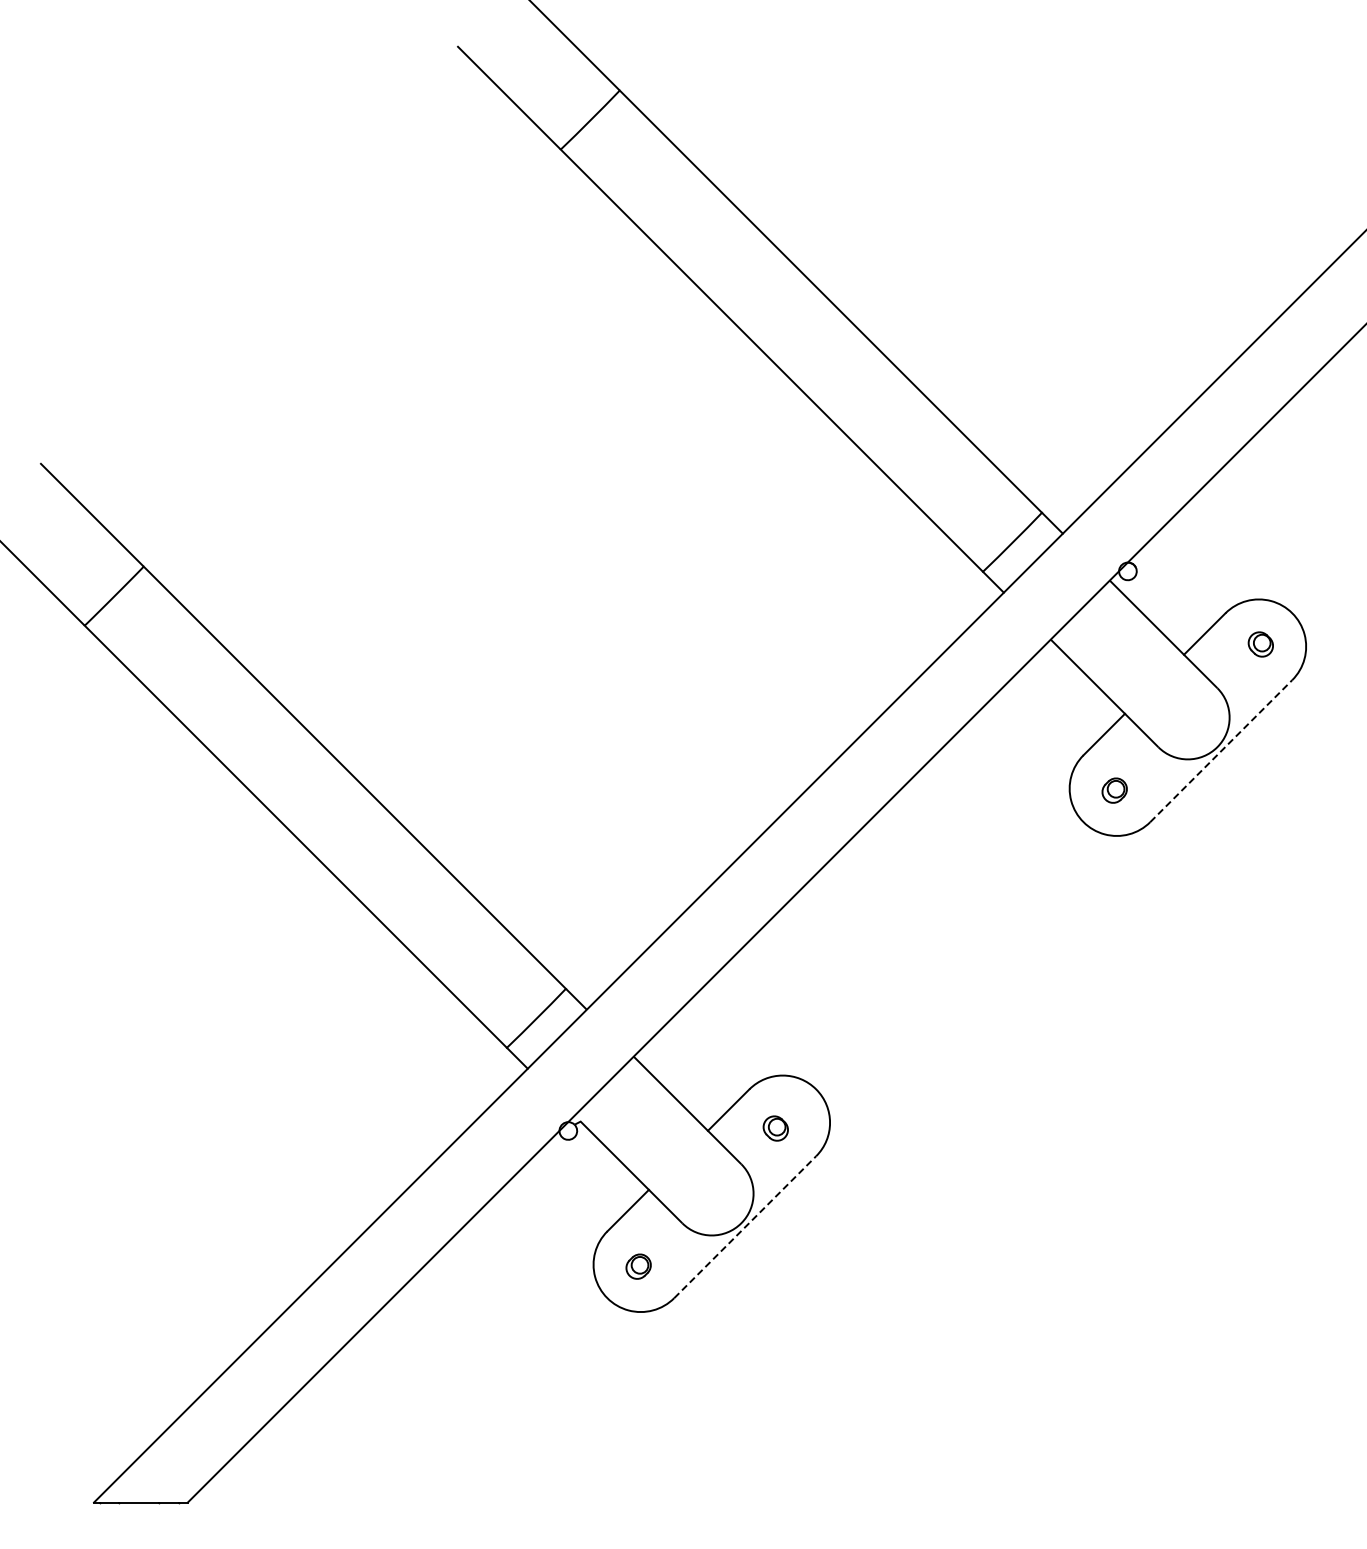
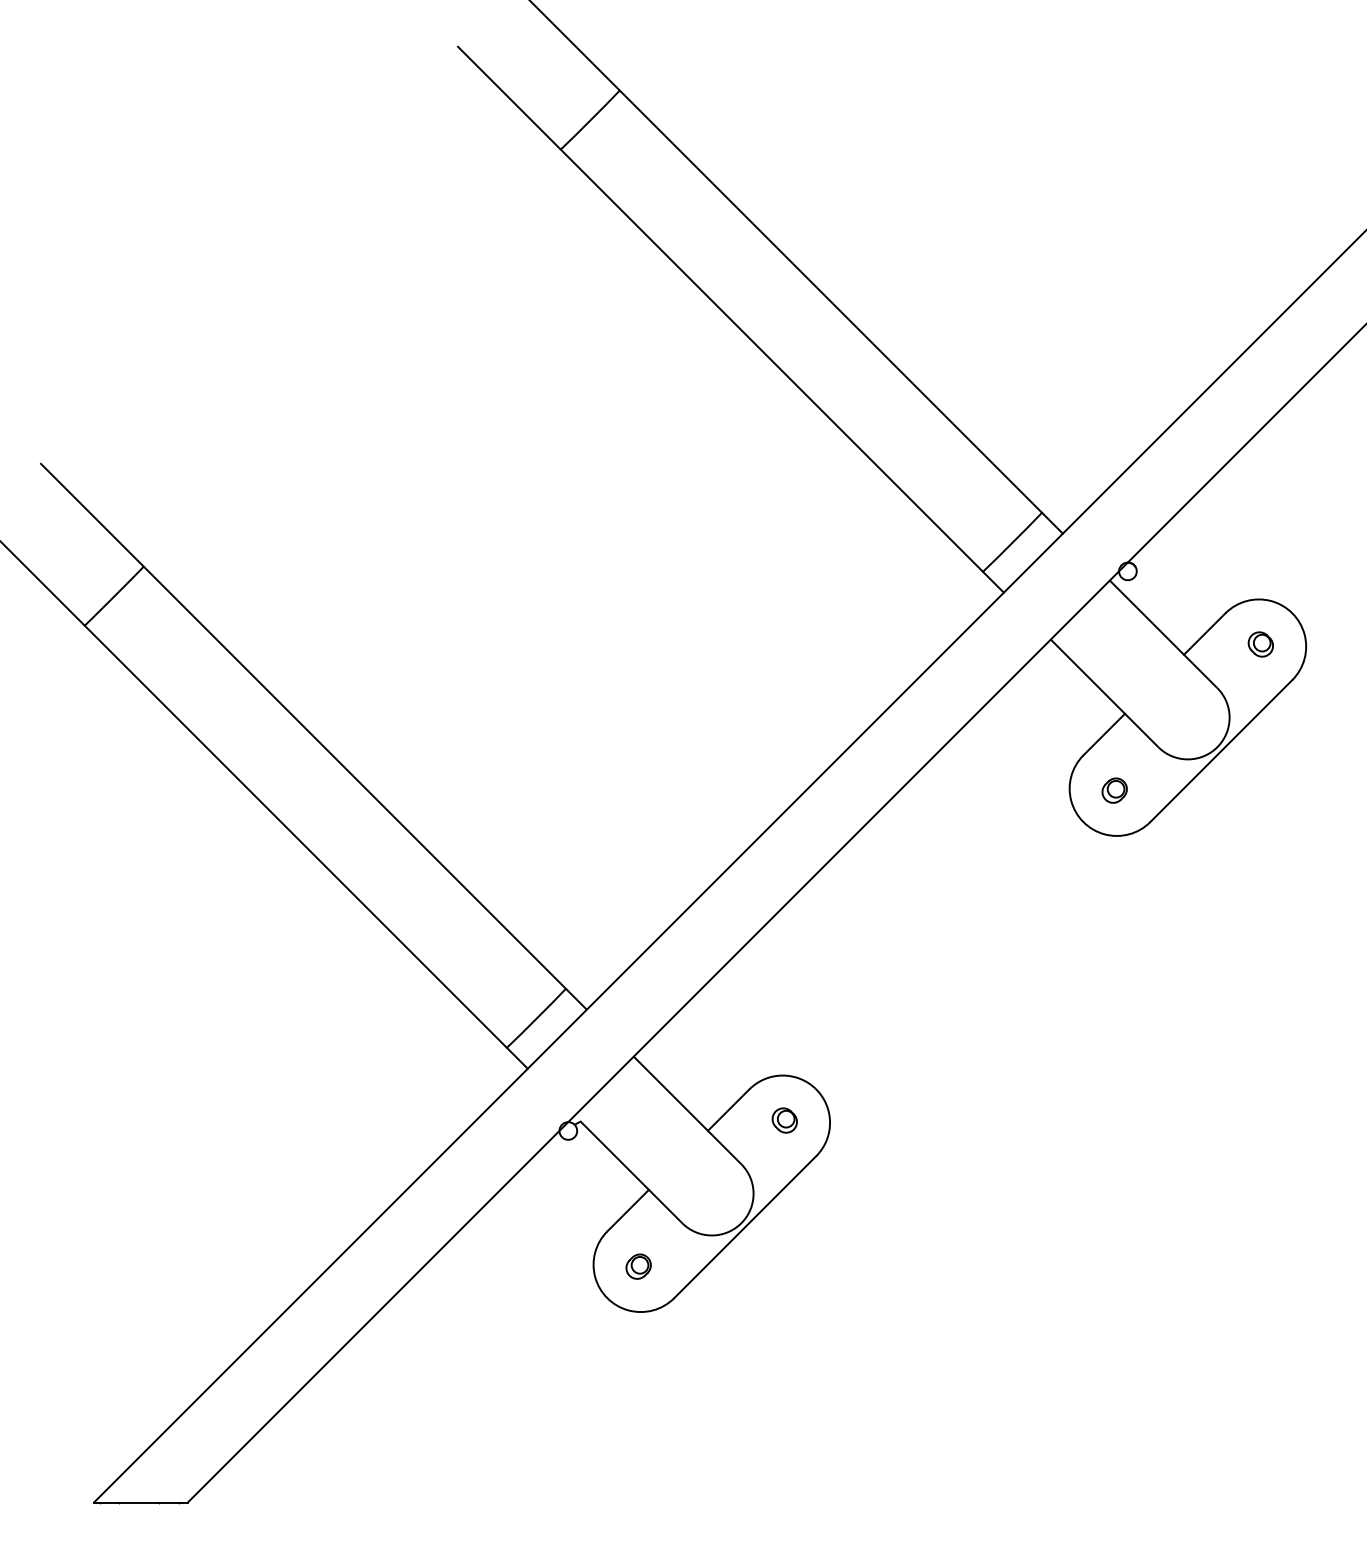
line at (1221, 750): dashed -> solid
part at (775, 1128) position: (775, 1128) -> (784, 1120)
line at (745, 1226): dashed -> solid
